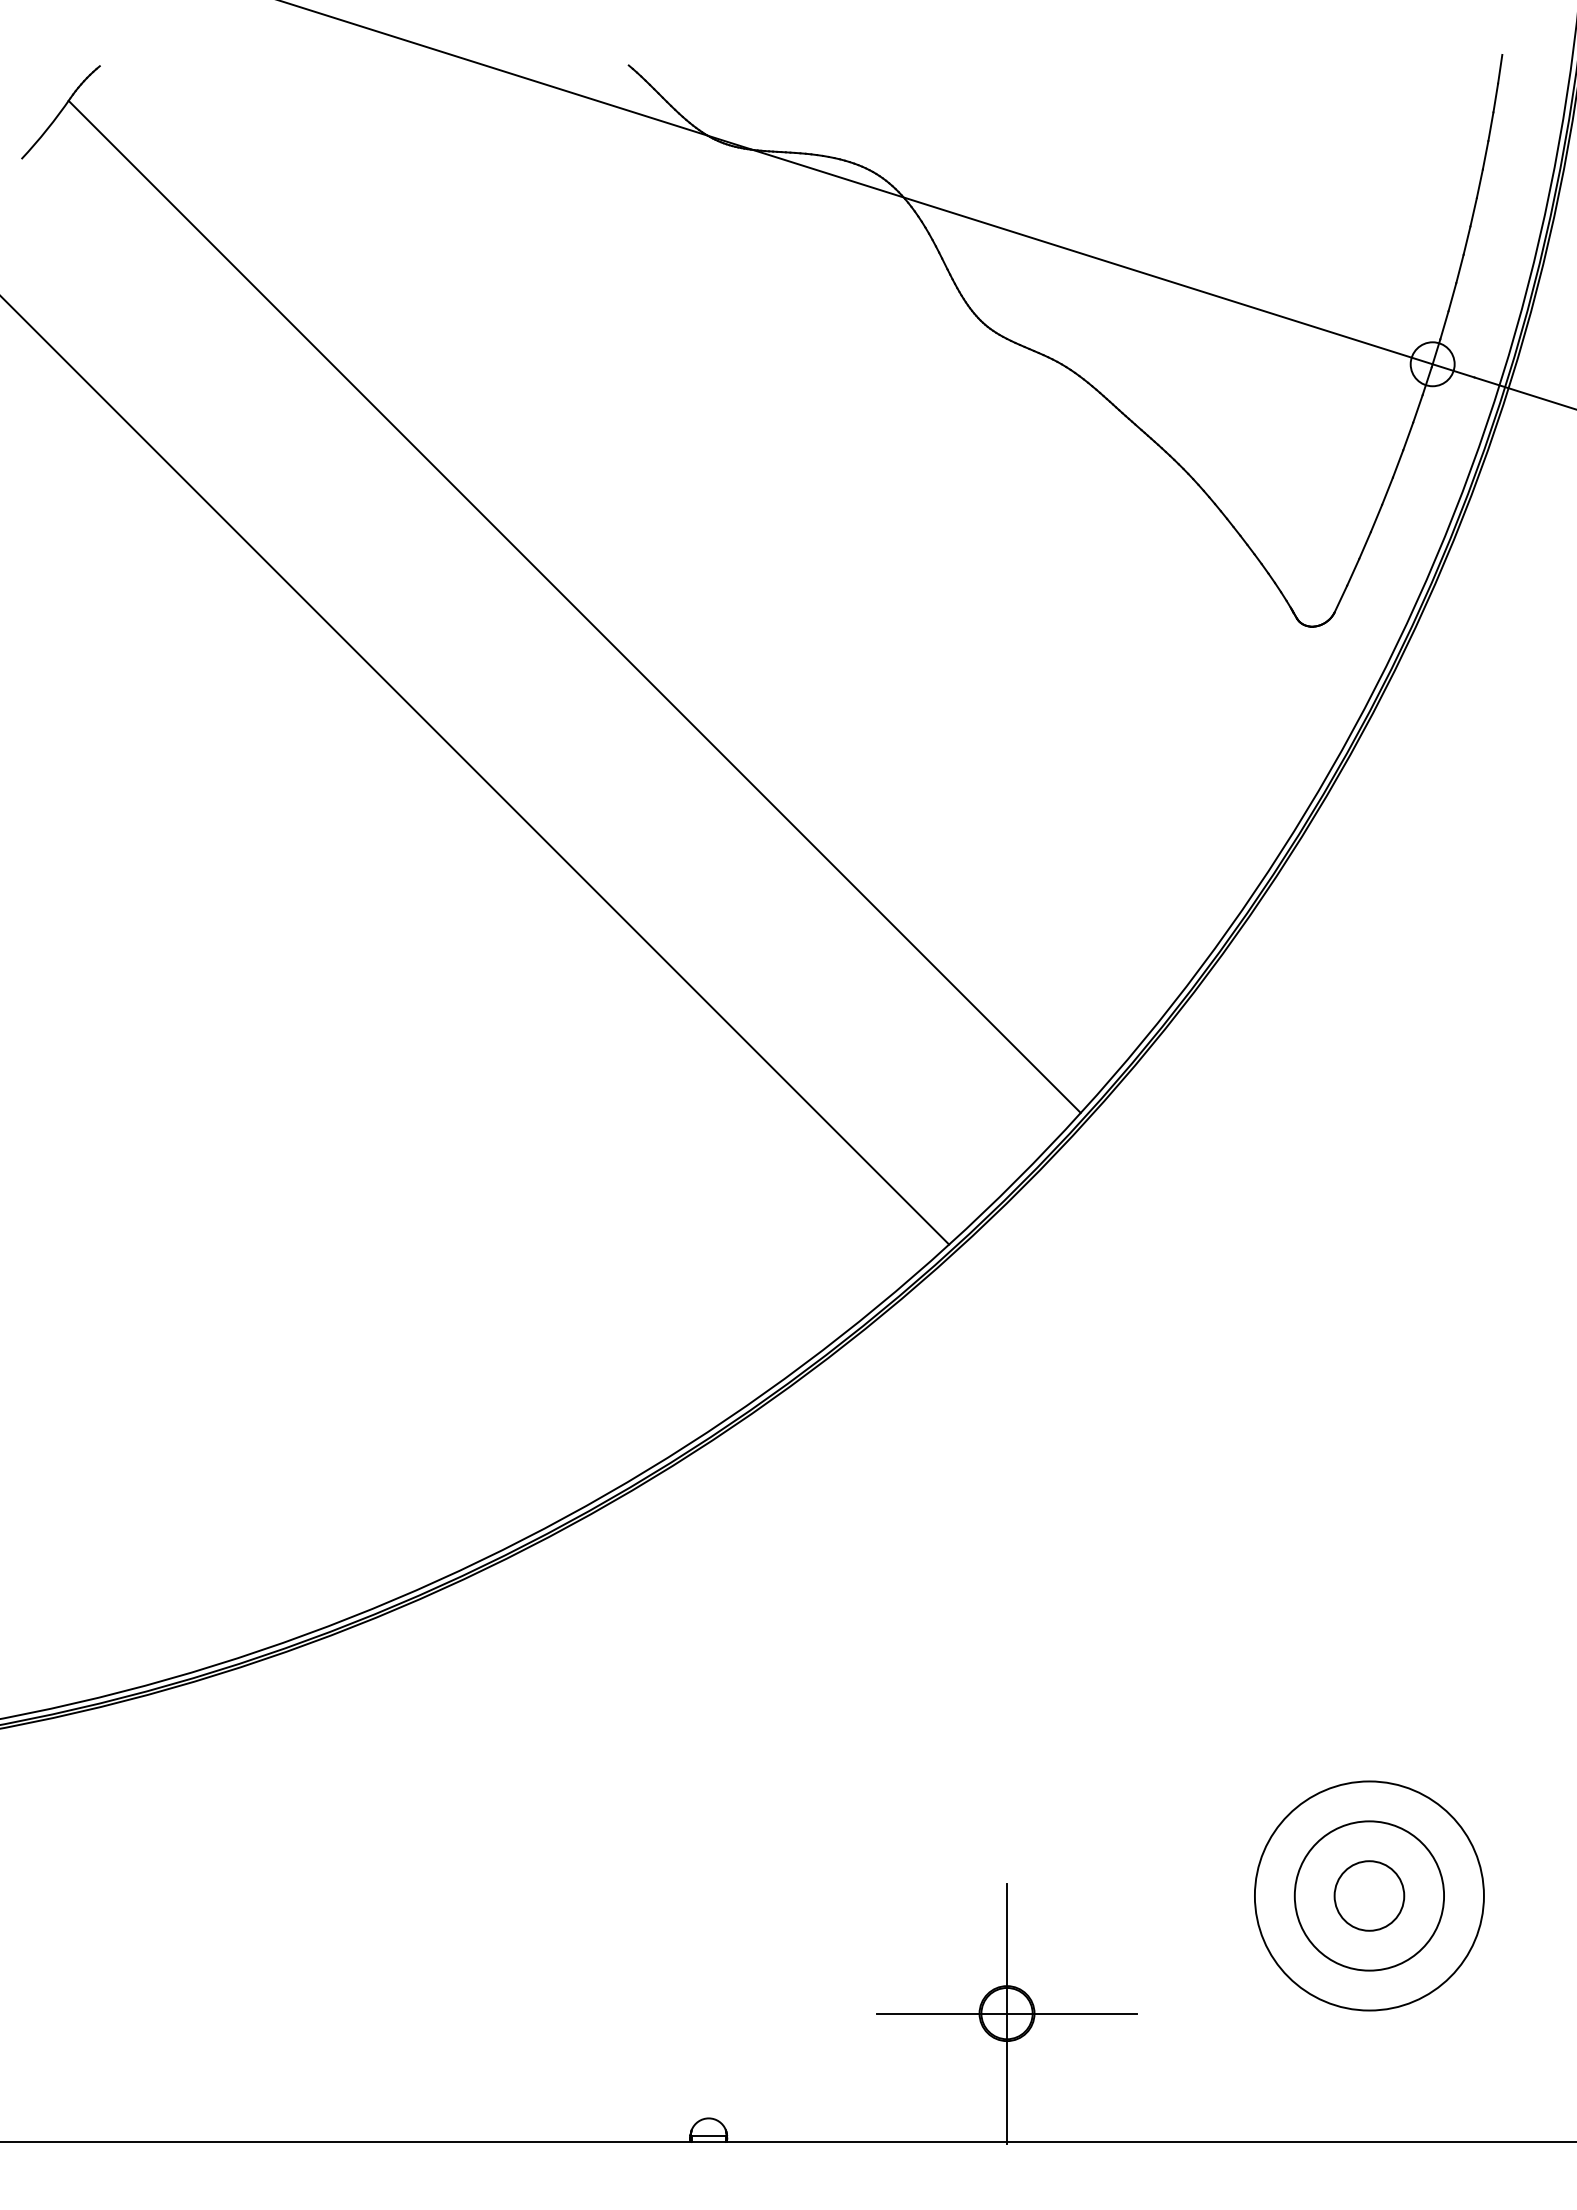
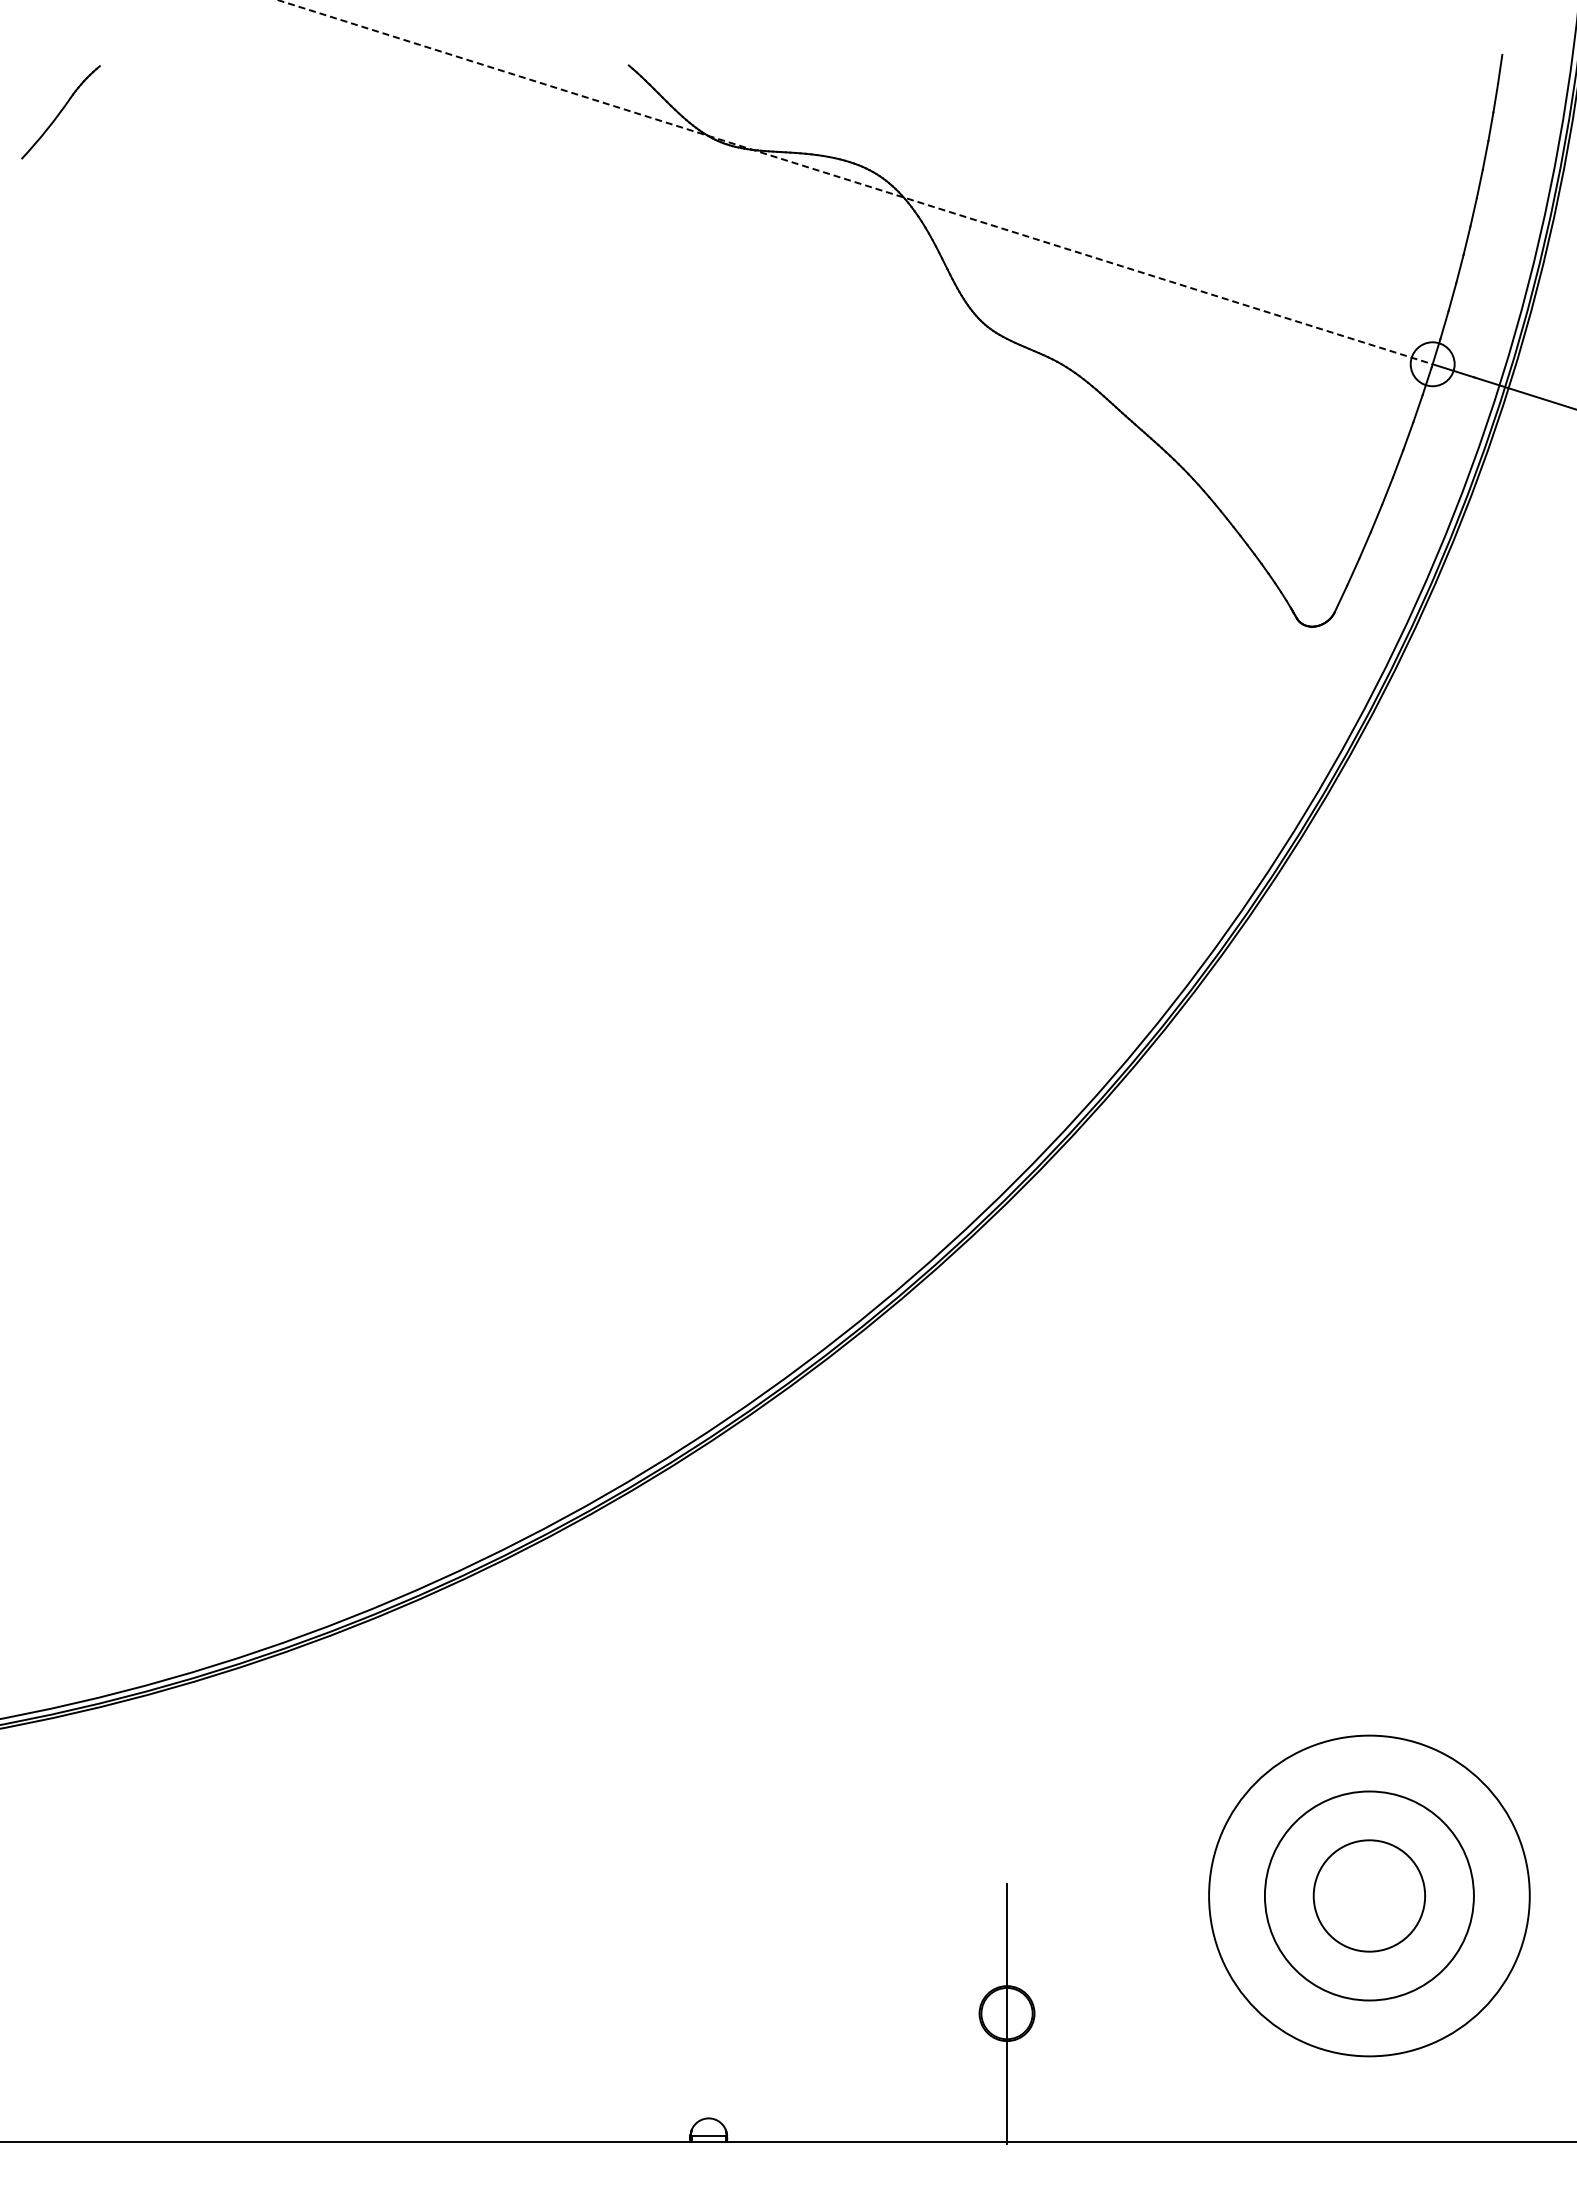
line at (855, 182): solid -> dashed
line at (574, 606): present -> none
line at (475, 770): present -> none
circle at (1368, 1895) diameter: 229 px -> 321 px
circle at (1369, 1895) diameter: 149 px -> 209 px
circle at (1369, 1895) diameter: 70 px -> 111 px
line at (1006, 2013): present -> none
